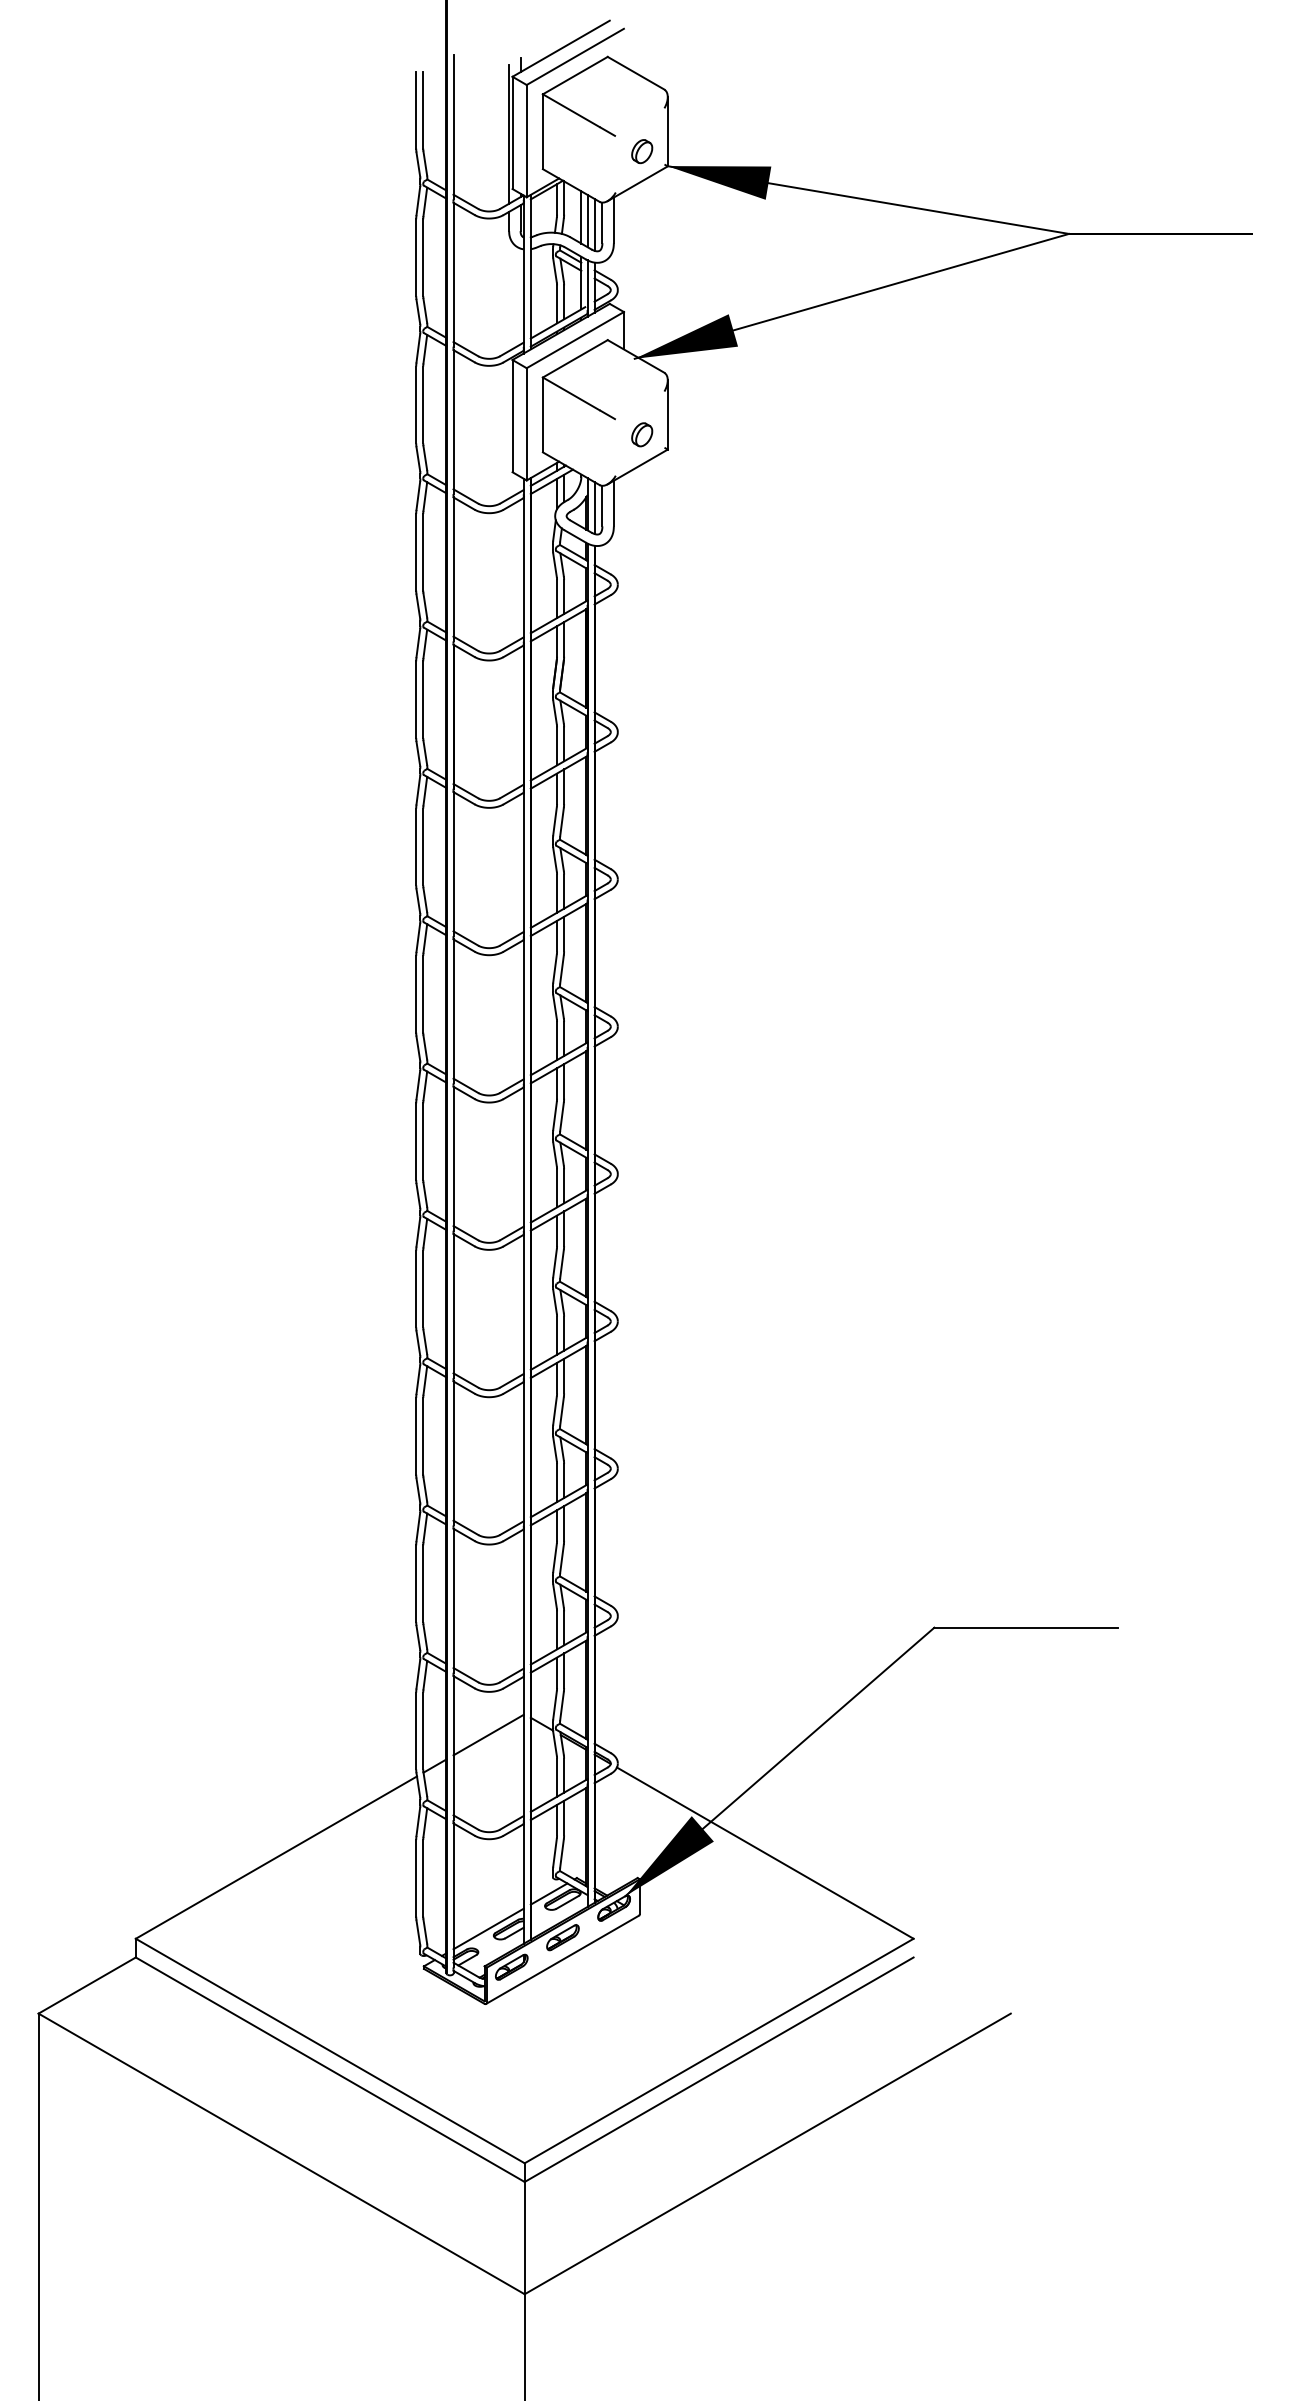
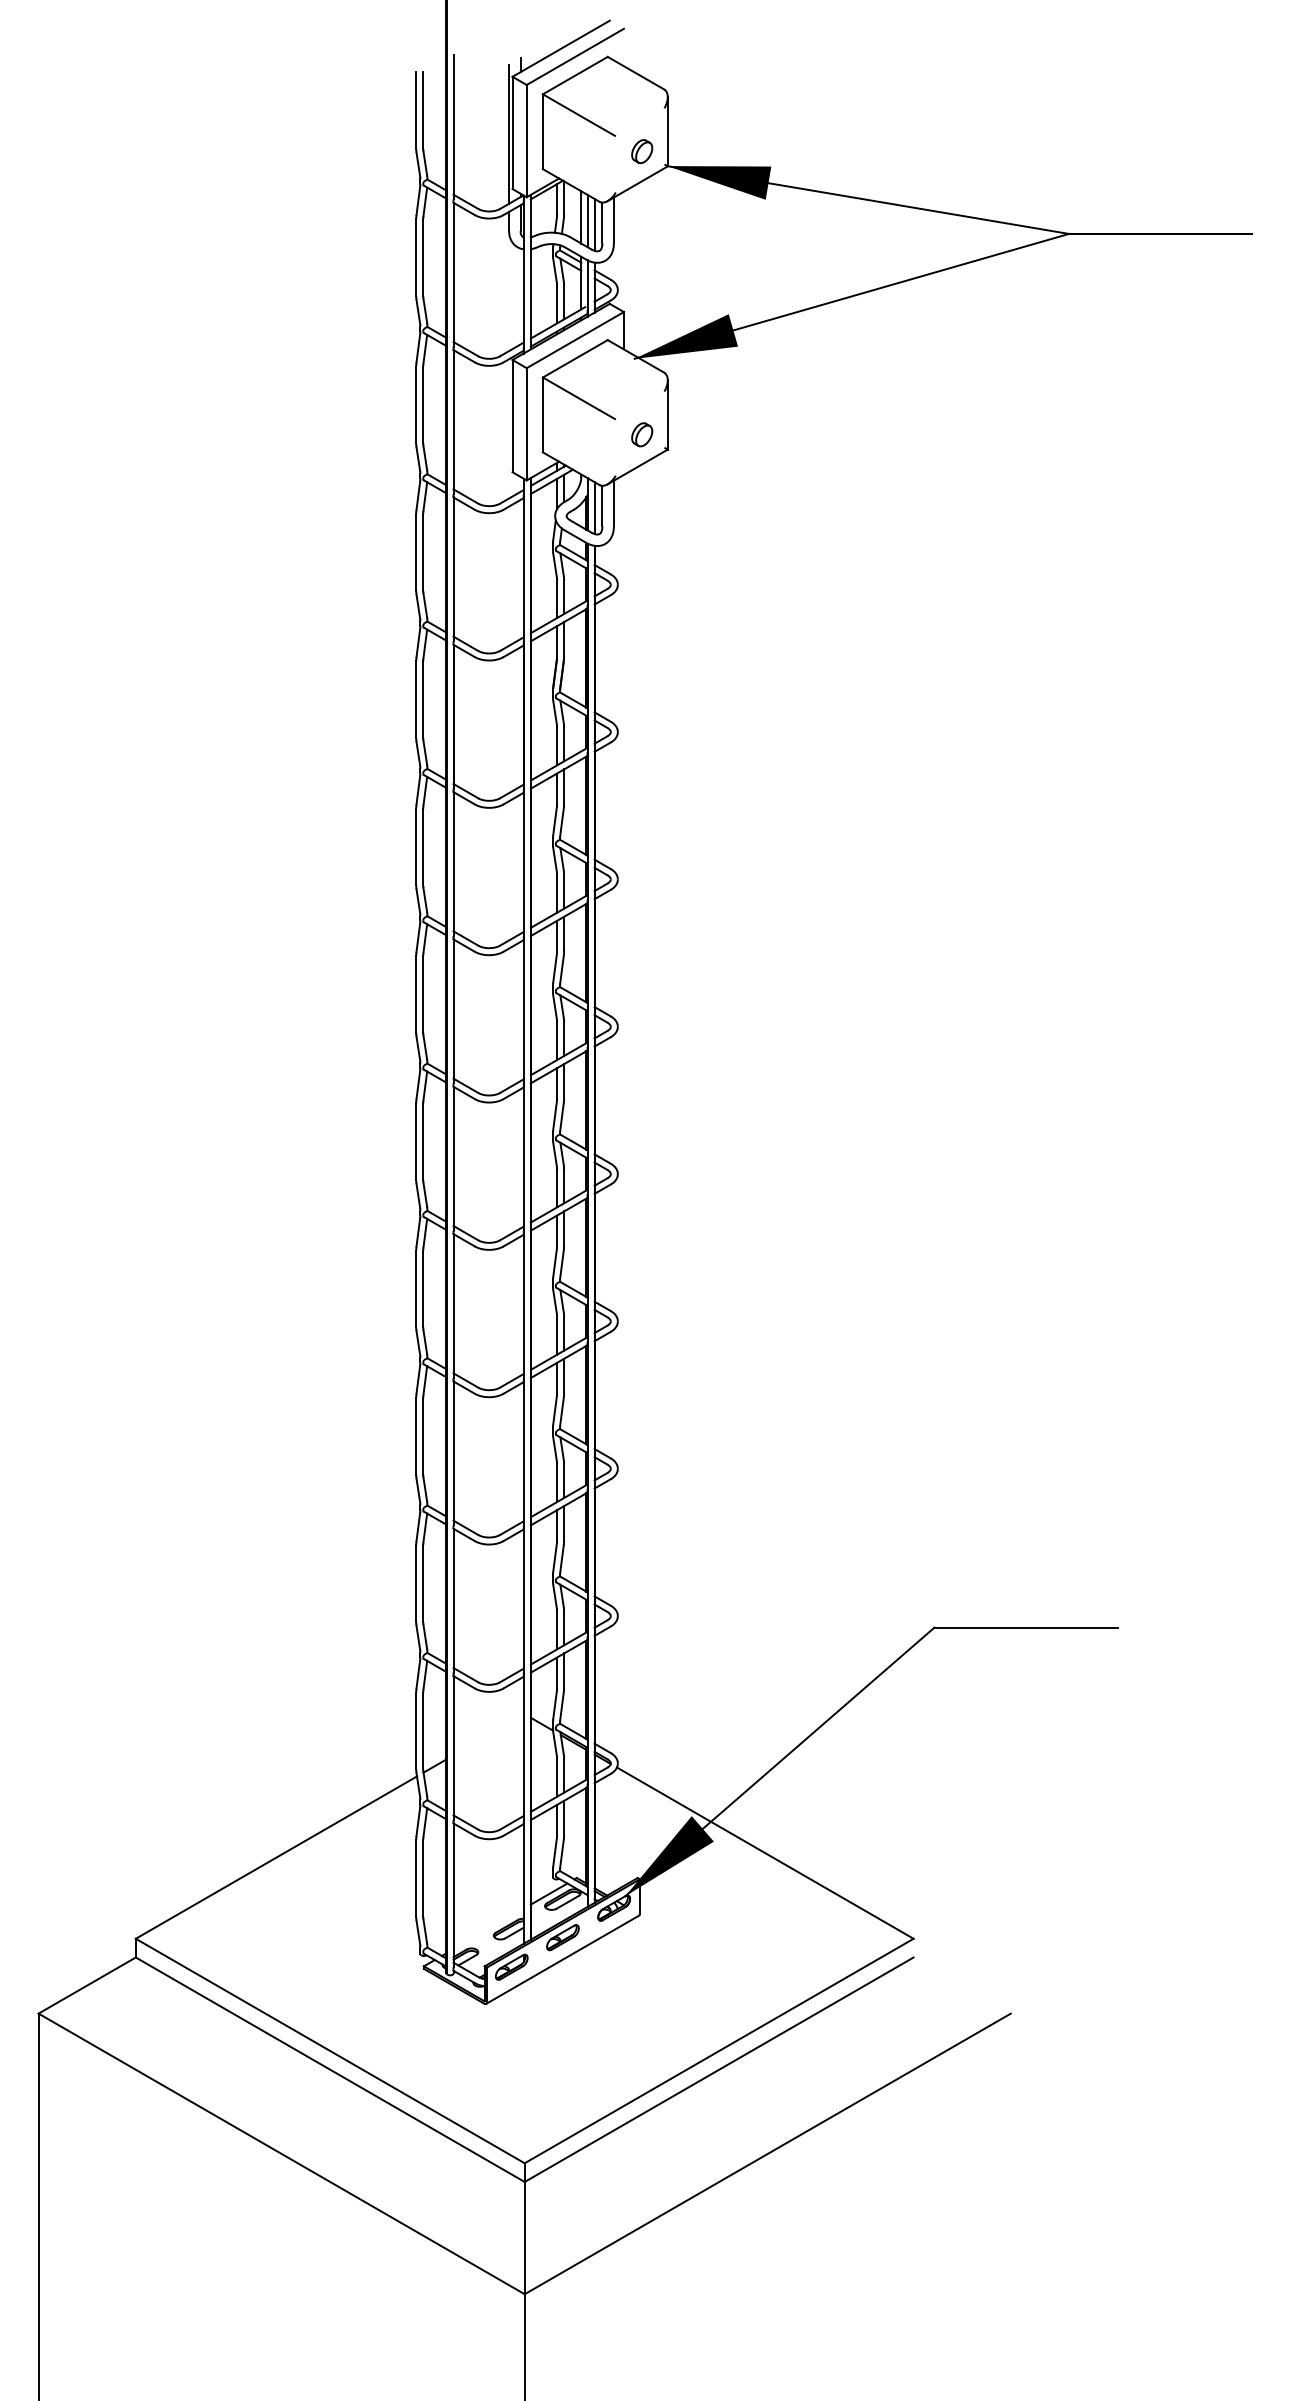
line at (488, 1734): present -> none
line at (488, 1928): present -> none
